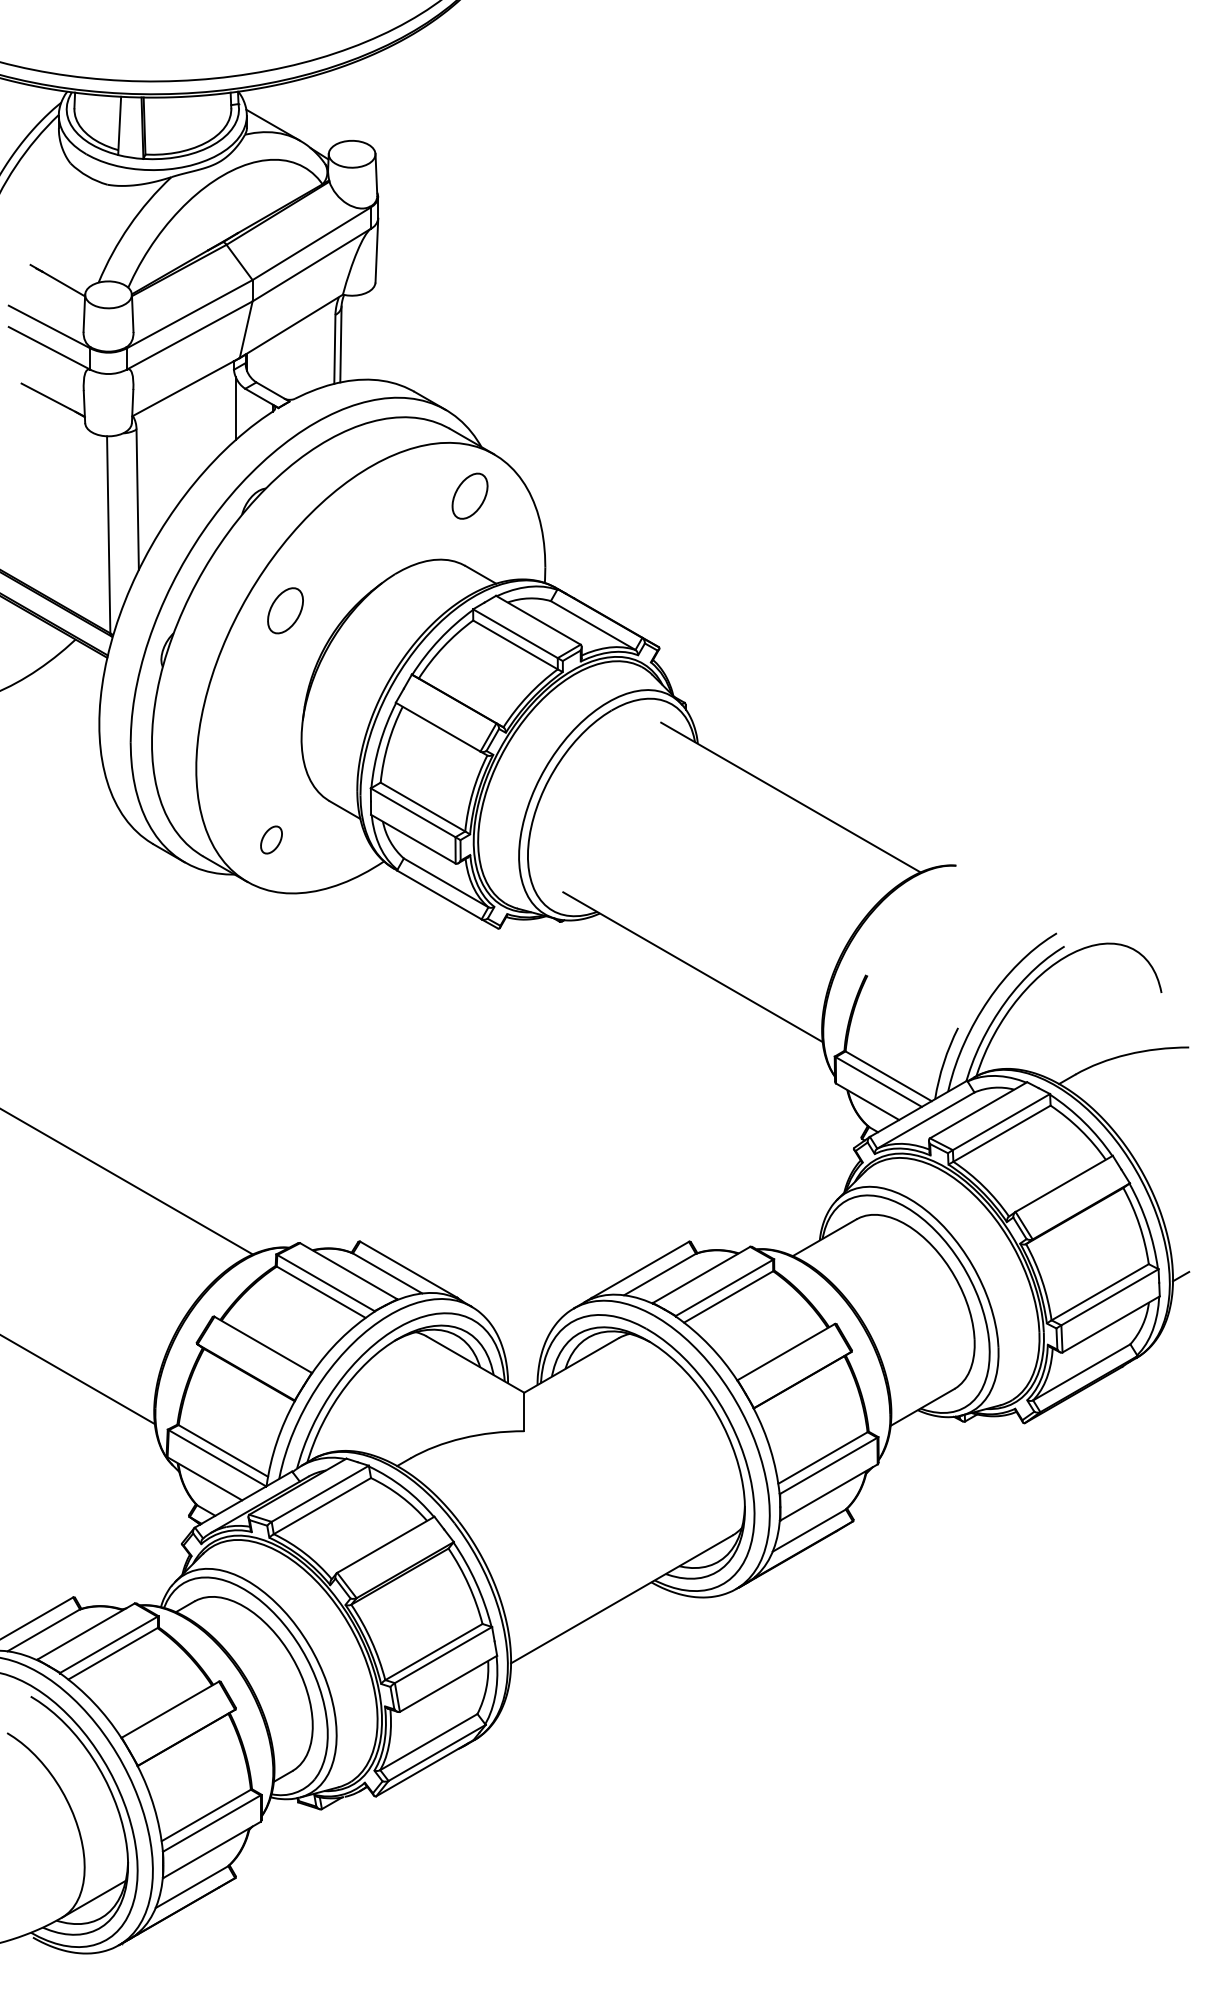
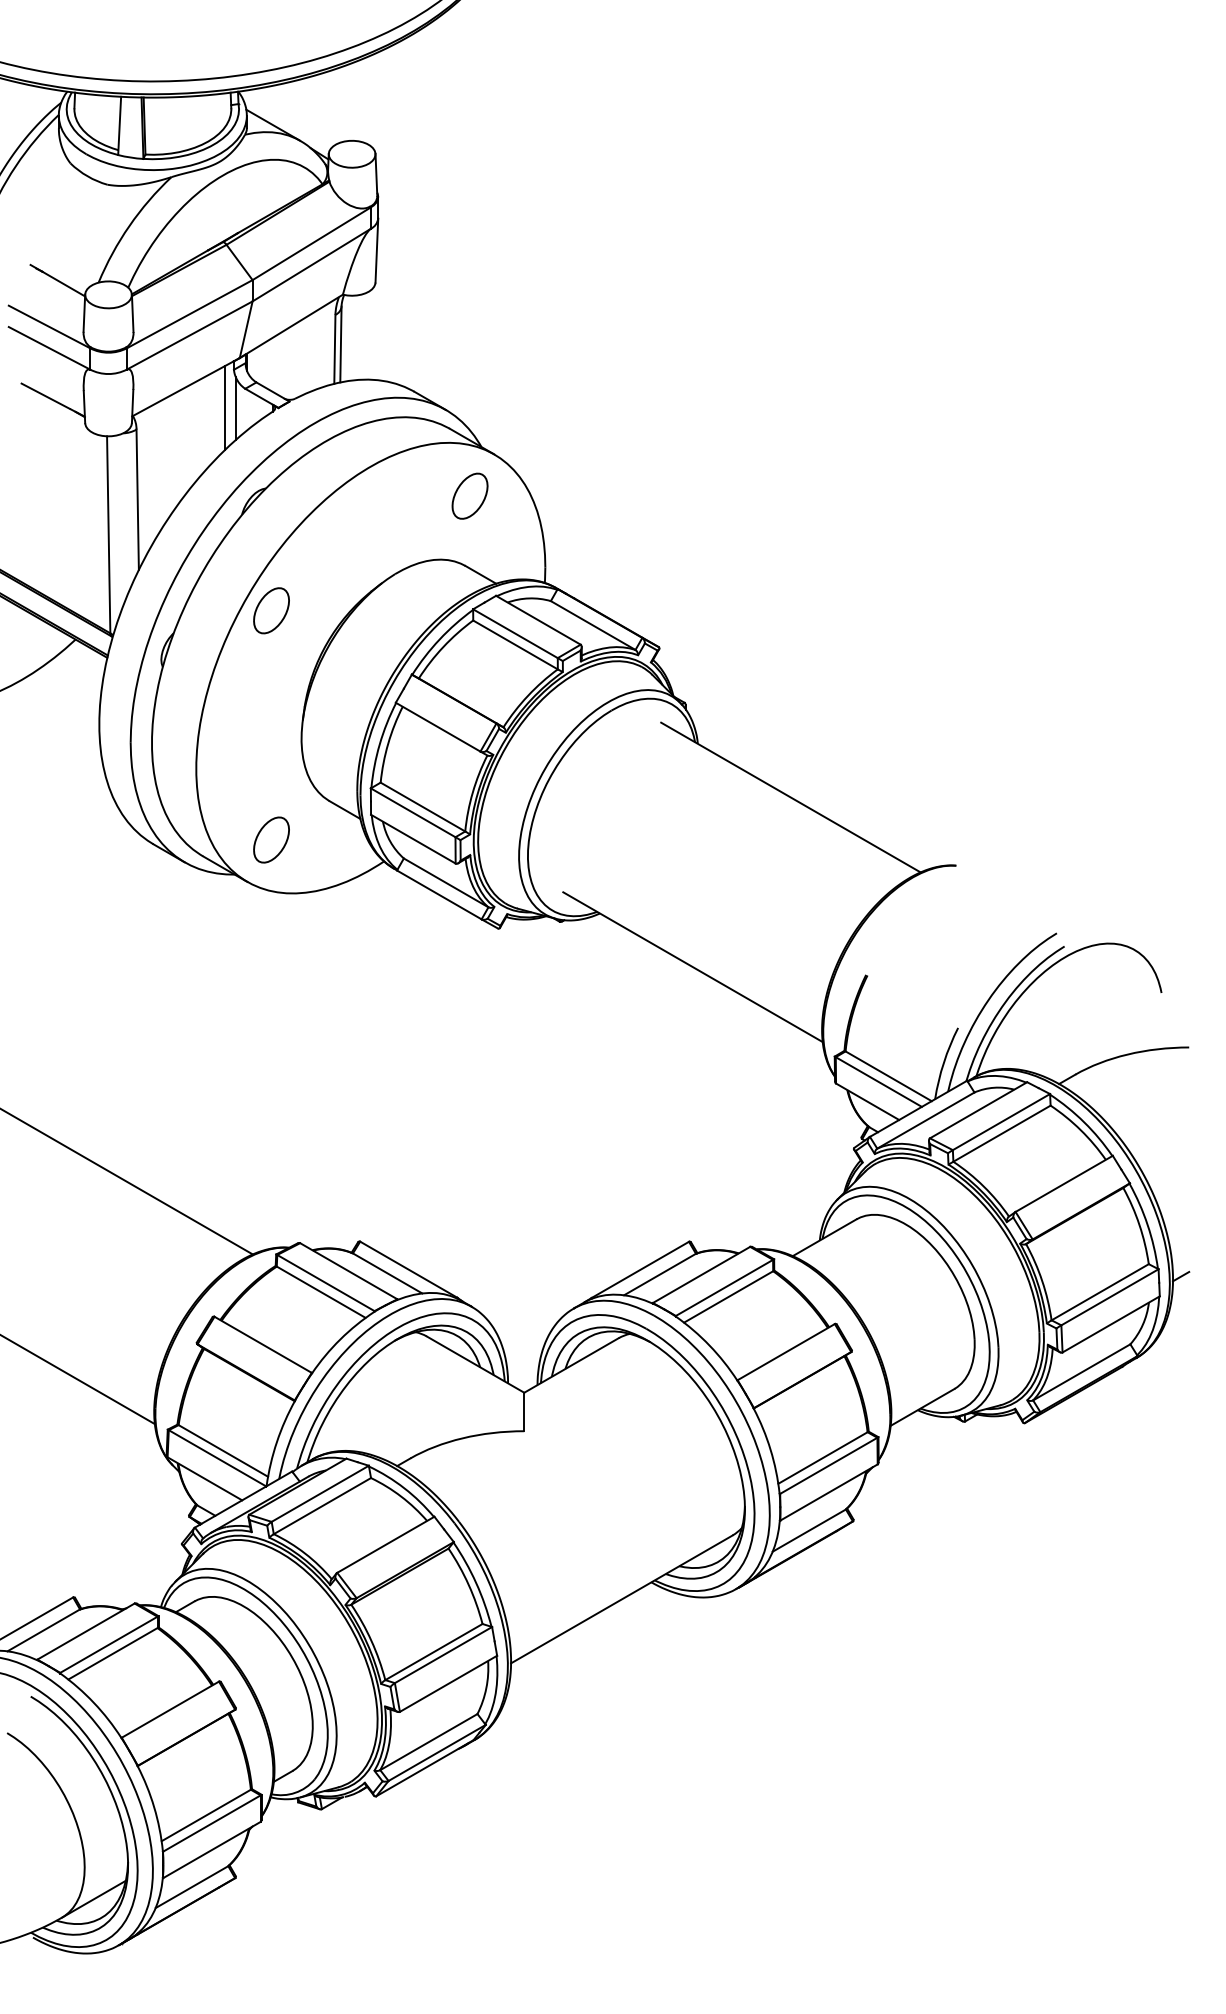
line at (224, 408): none -> present
part at (285, 610) position: (285, 610) -> (271, 610)
part at (271, 839) size: 23x30 px -> 37x48 px
